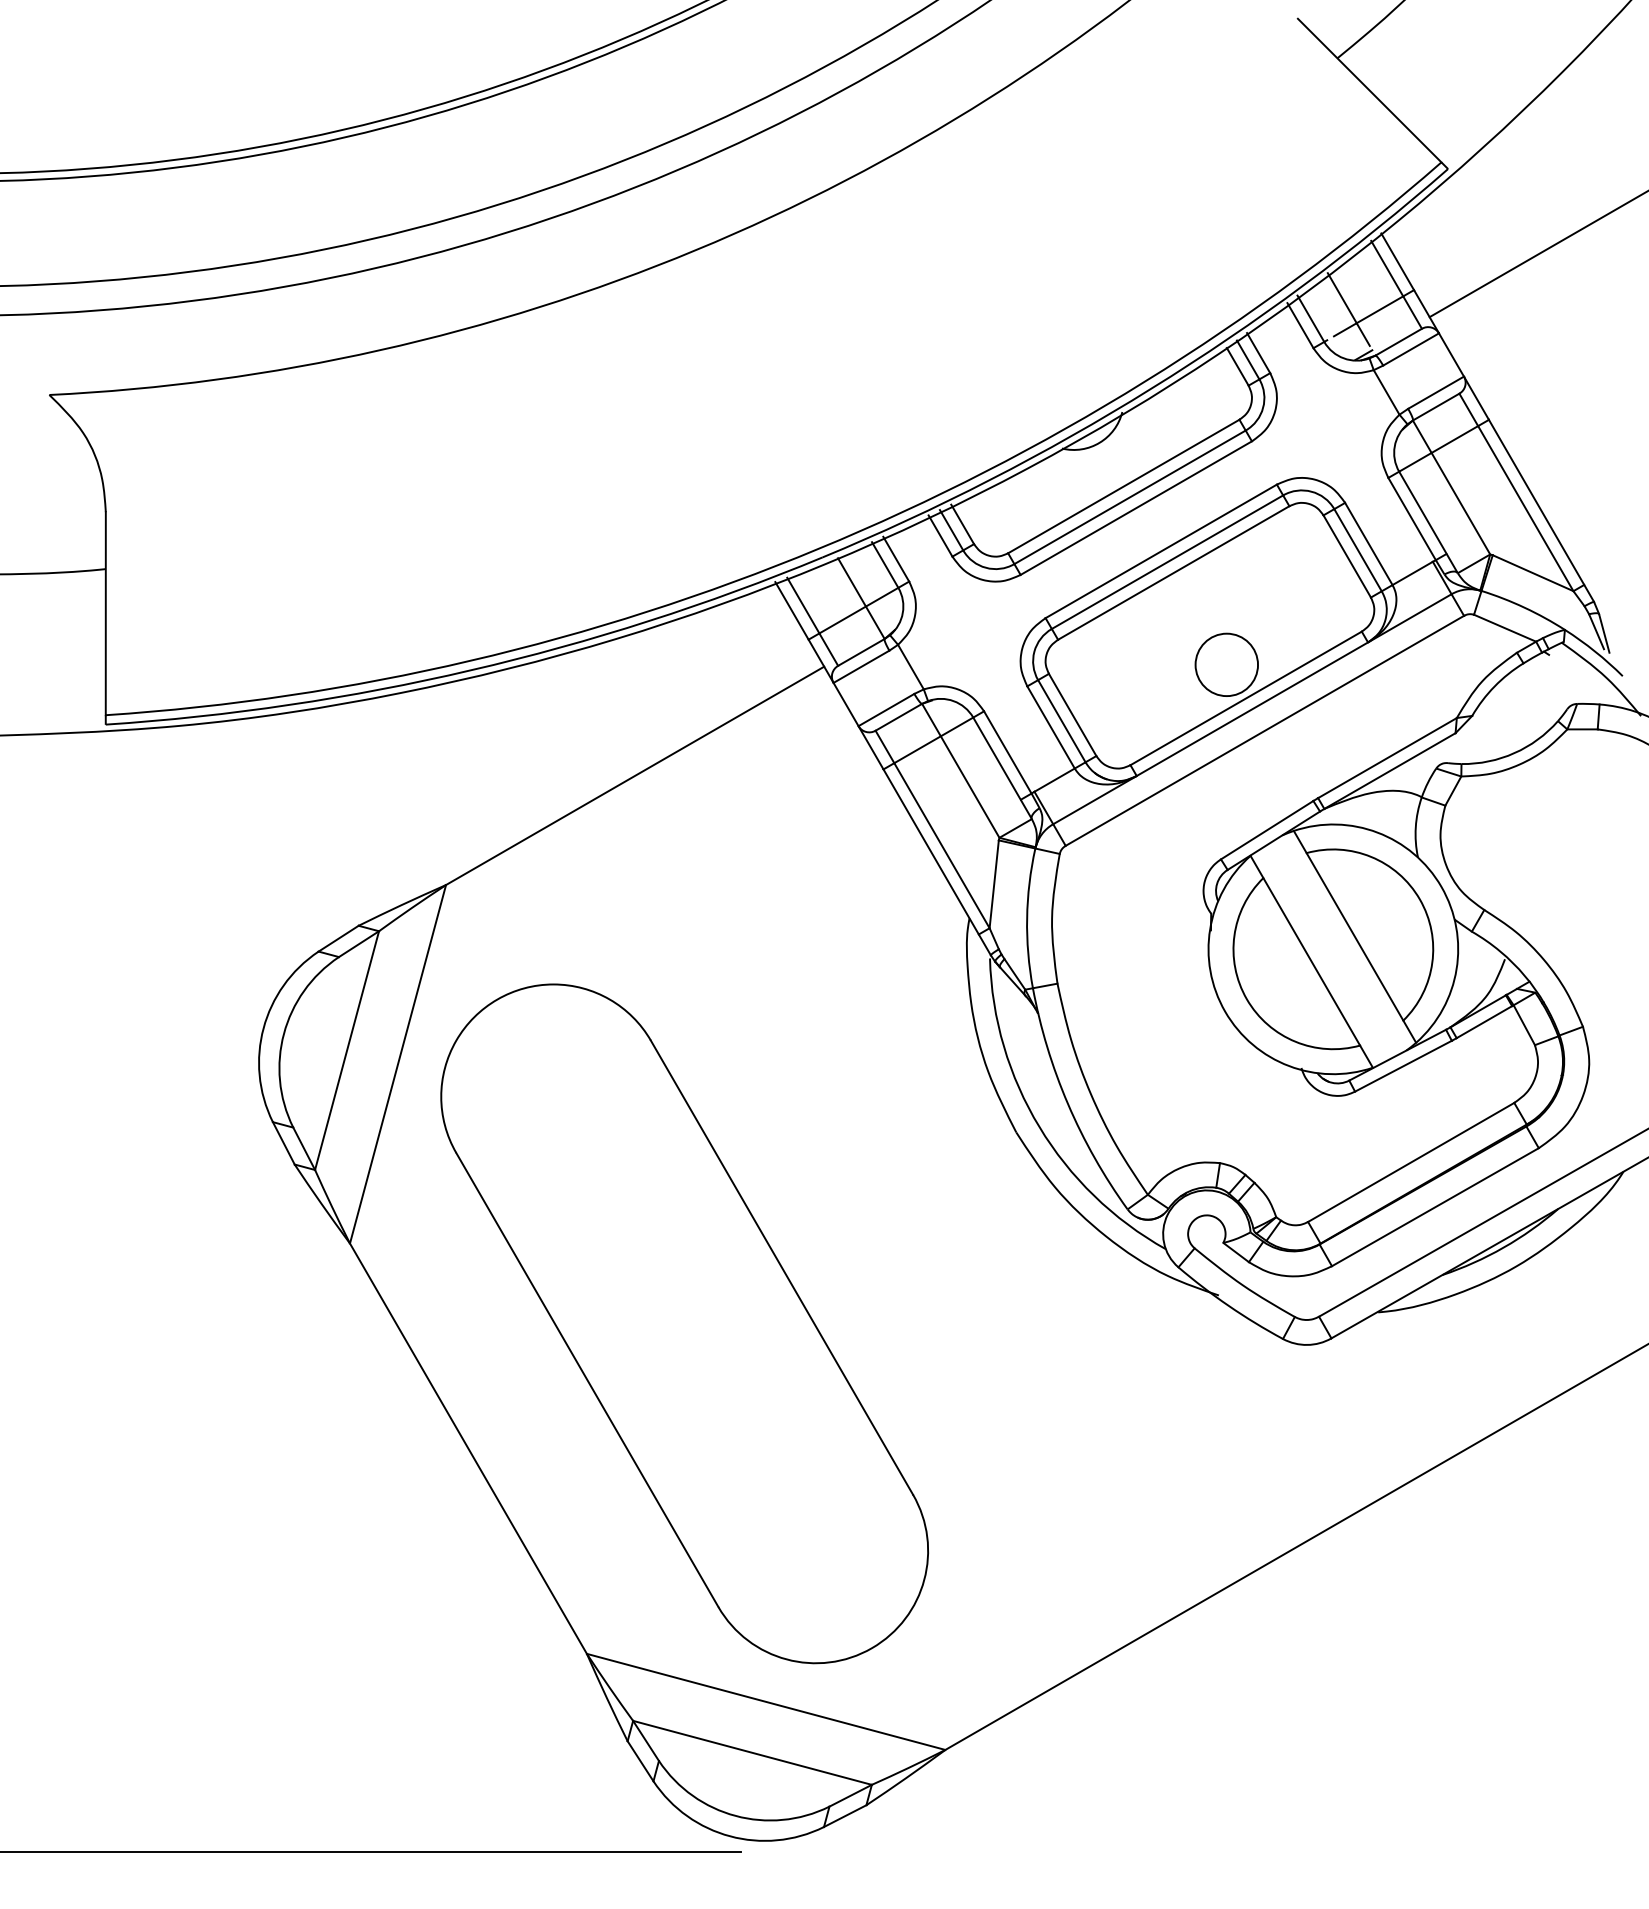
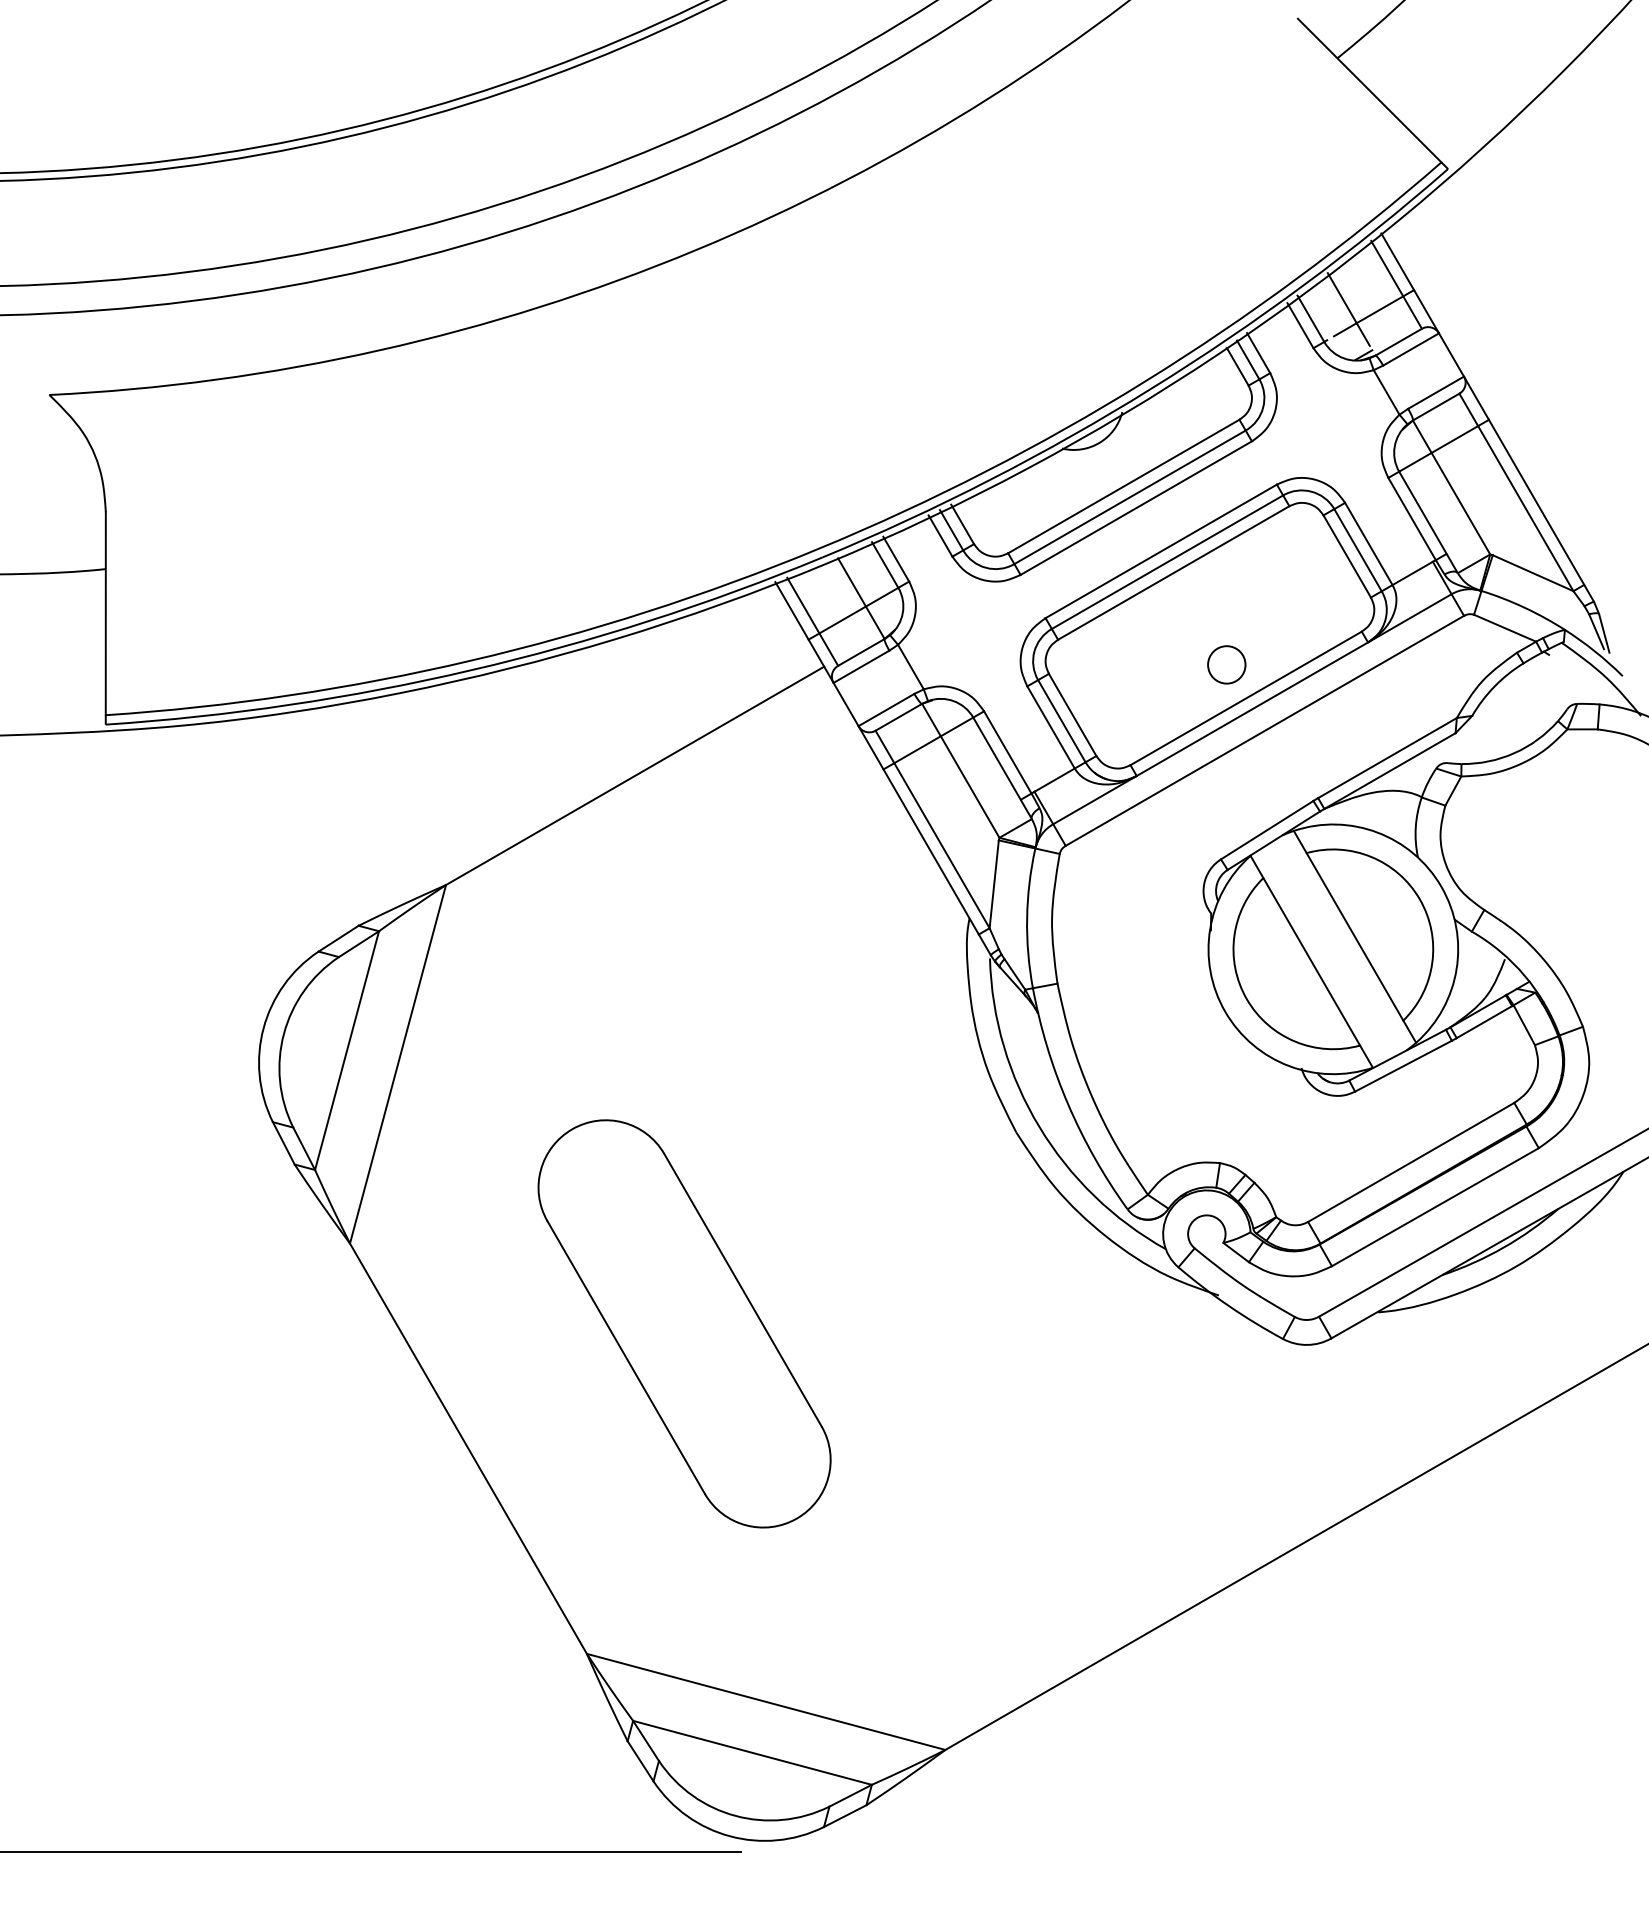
line at (1537, 254): present -> none
circle at (1226, 664) diameter: 62 px -> 37 px
part at (684, 1323) size: 489x682 px -> 295x410 px
